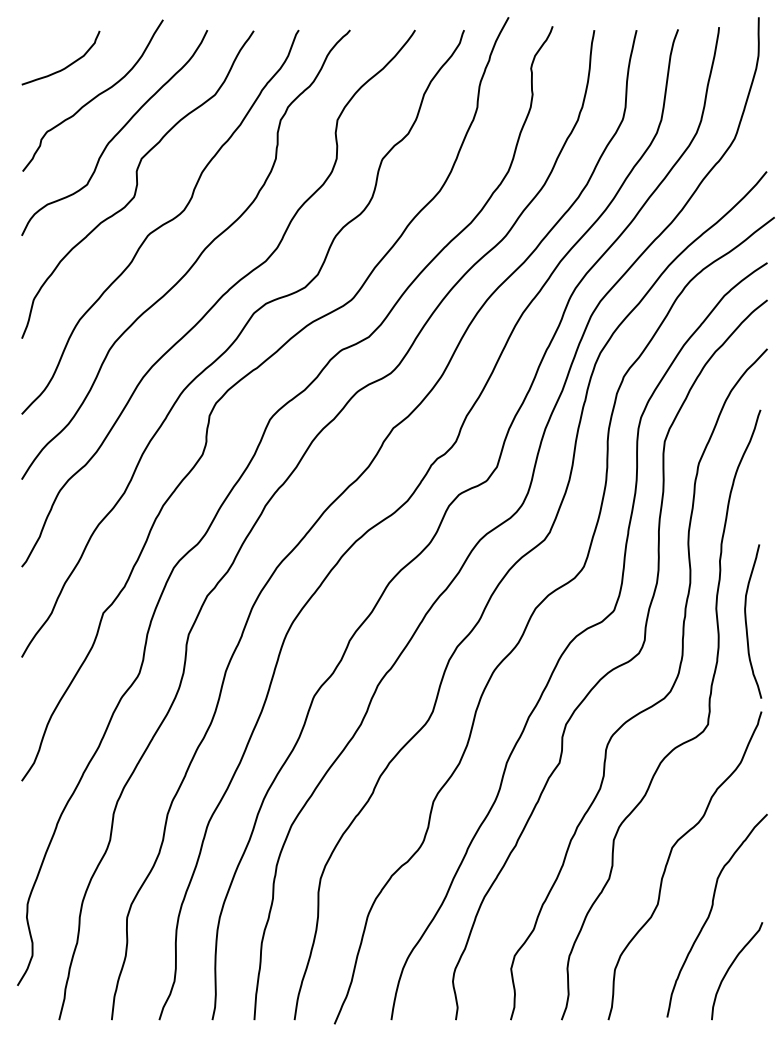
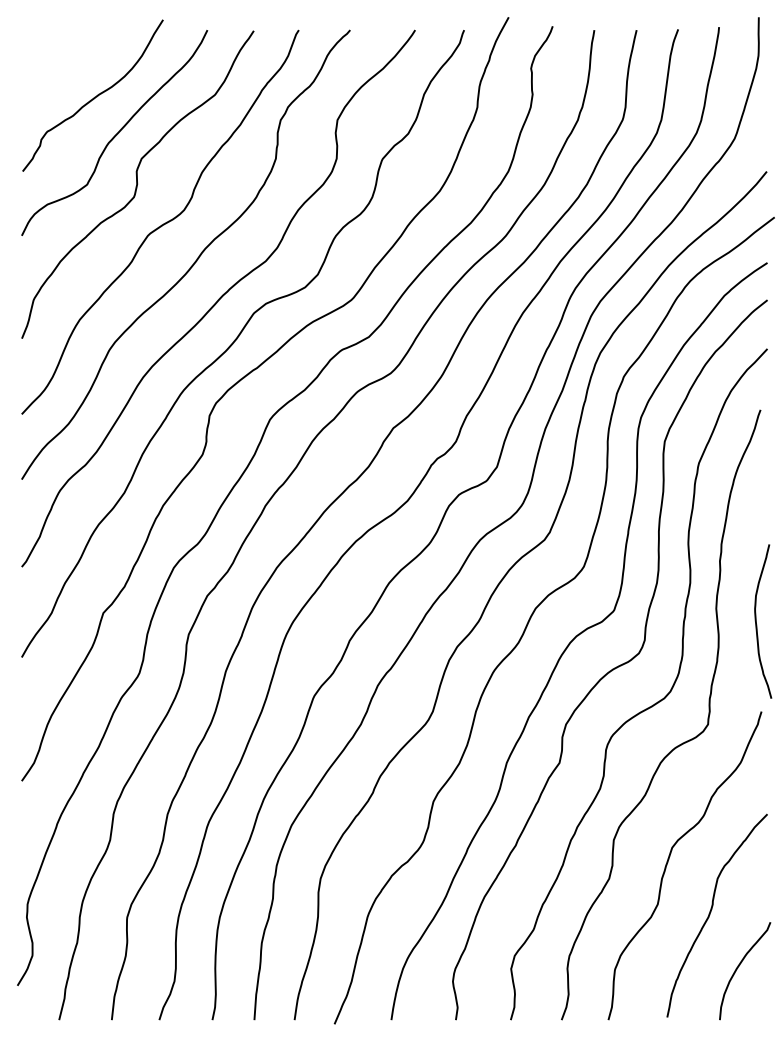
curve at (67, 65): present -> none
curve at (747, 624) position: (747, 624) -> (757, 624)
curve at (730, 968) position: (730, 968) -> (738, 968)
